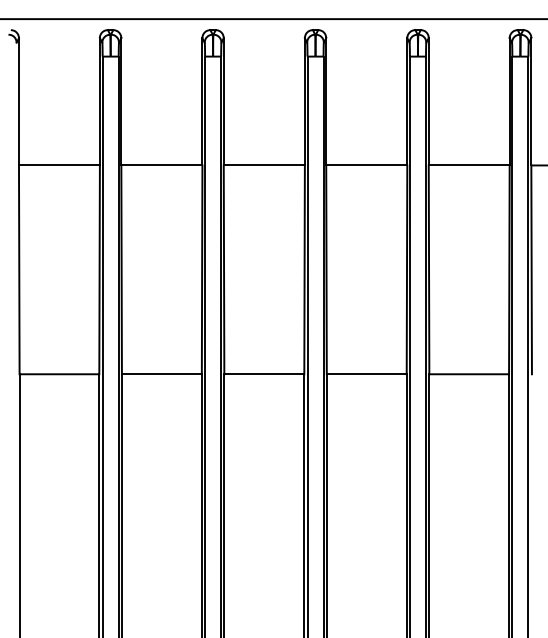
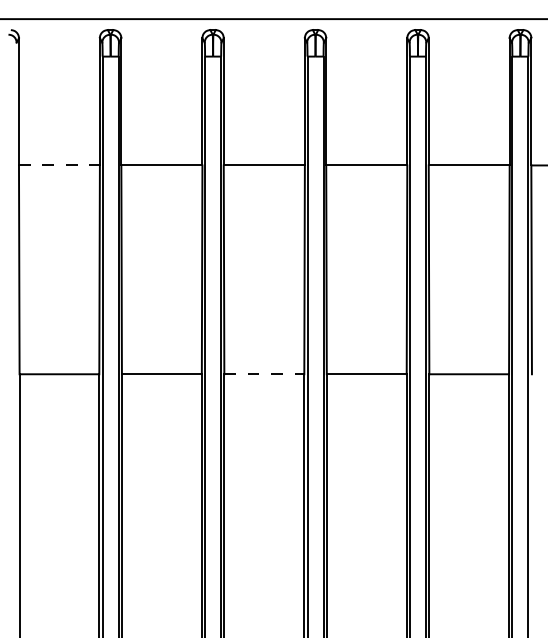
line at (59, 165): solid -> dashed
line at (264, 374): solid -> dashed
